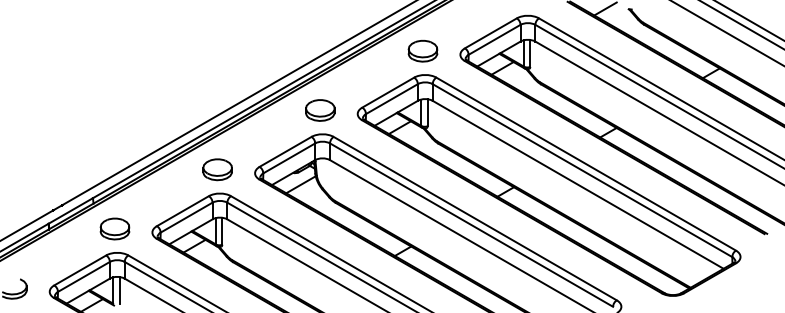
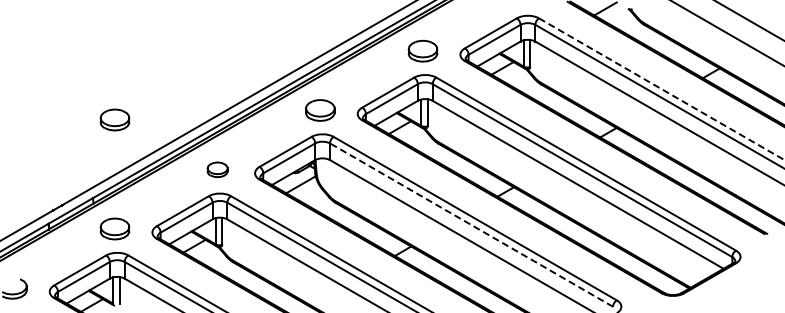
line at (741, 25): present -> none
line at (662, 89): solid -> dashed
part at (114, 119): none -> present
part at (217, 169) size: 31x24 px -> 23x17 px
line at (471, 224): solid -> dashed
